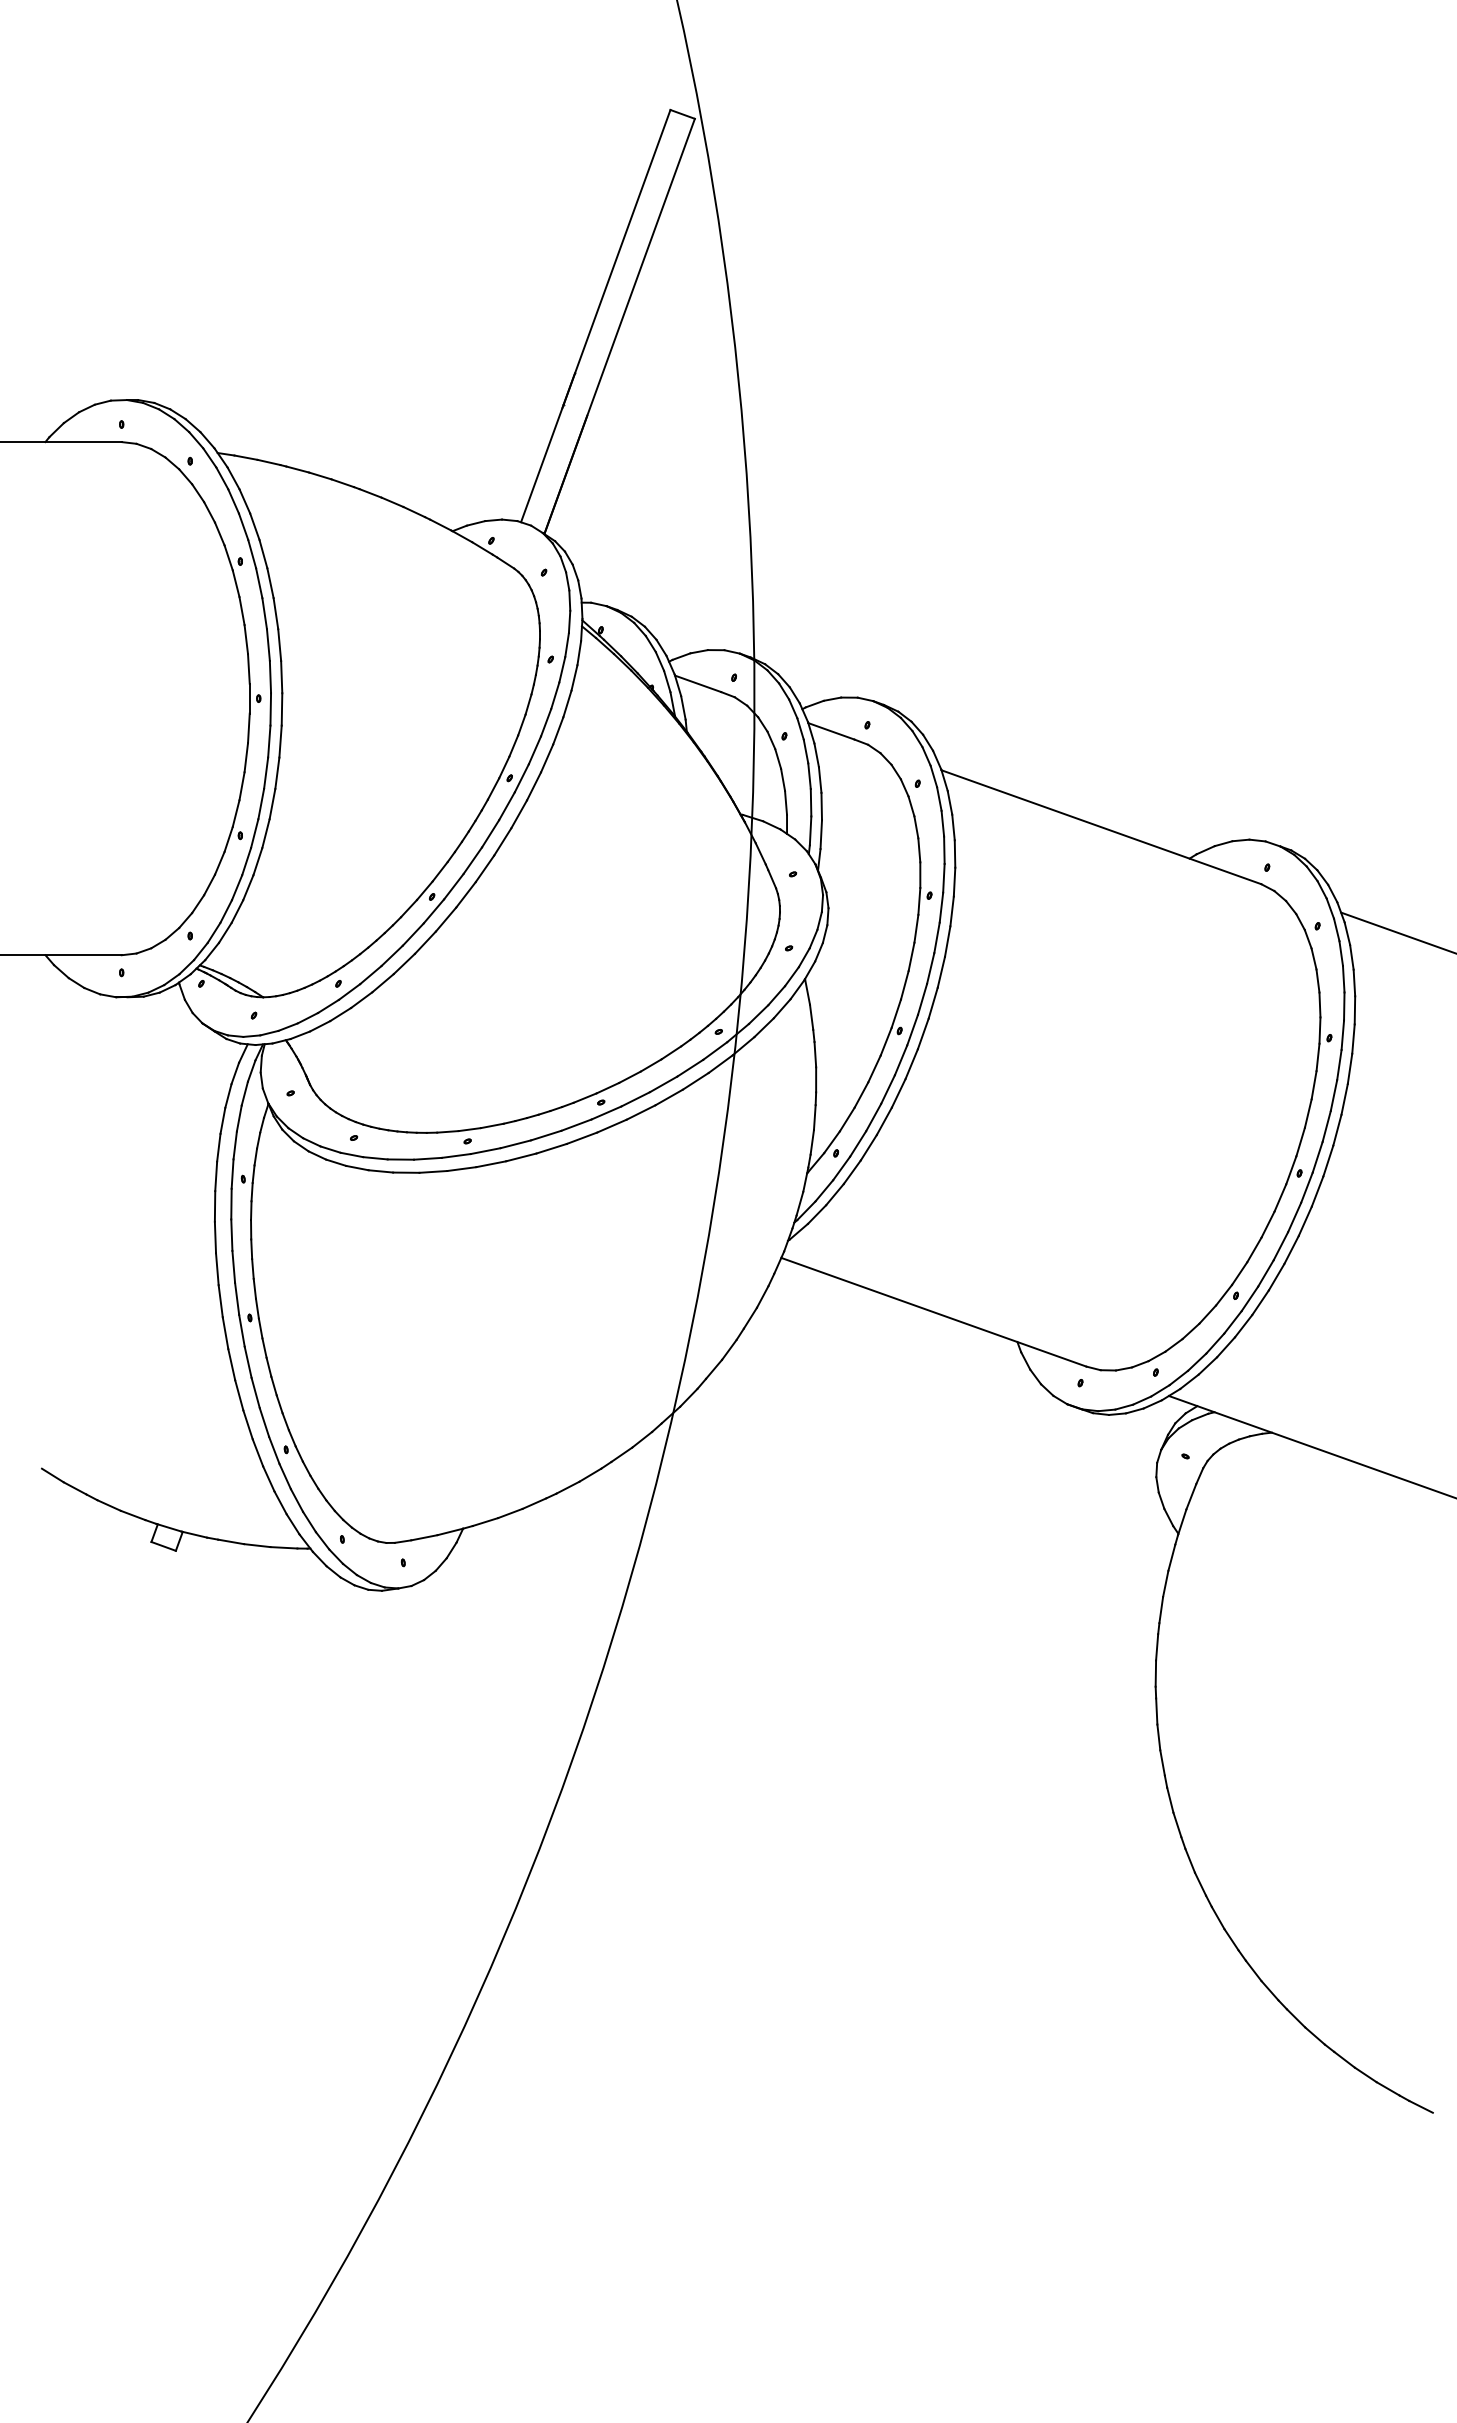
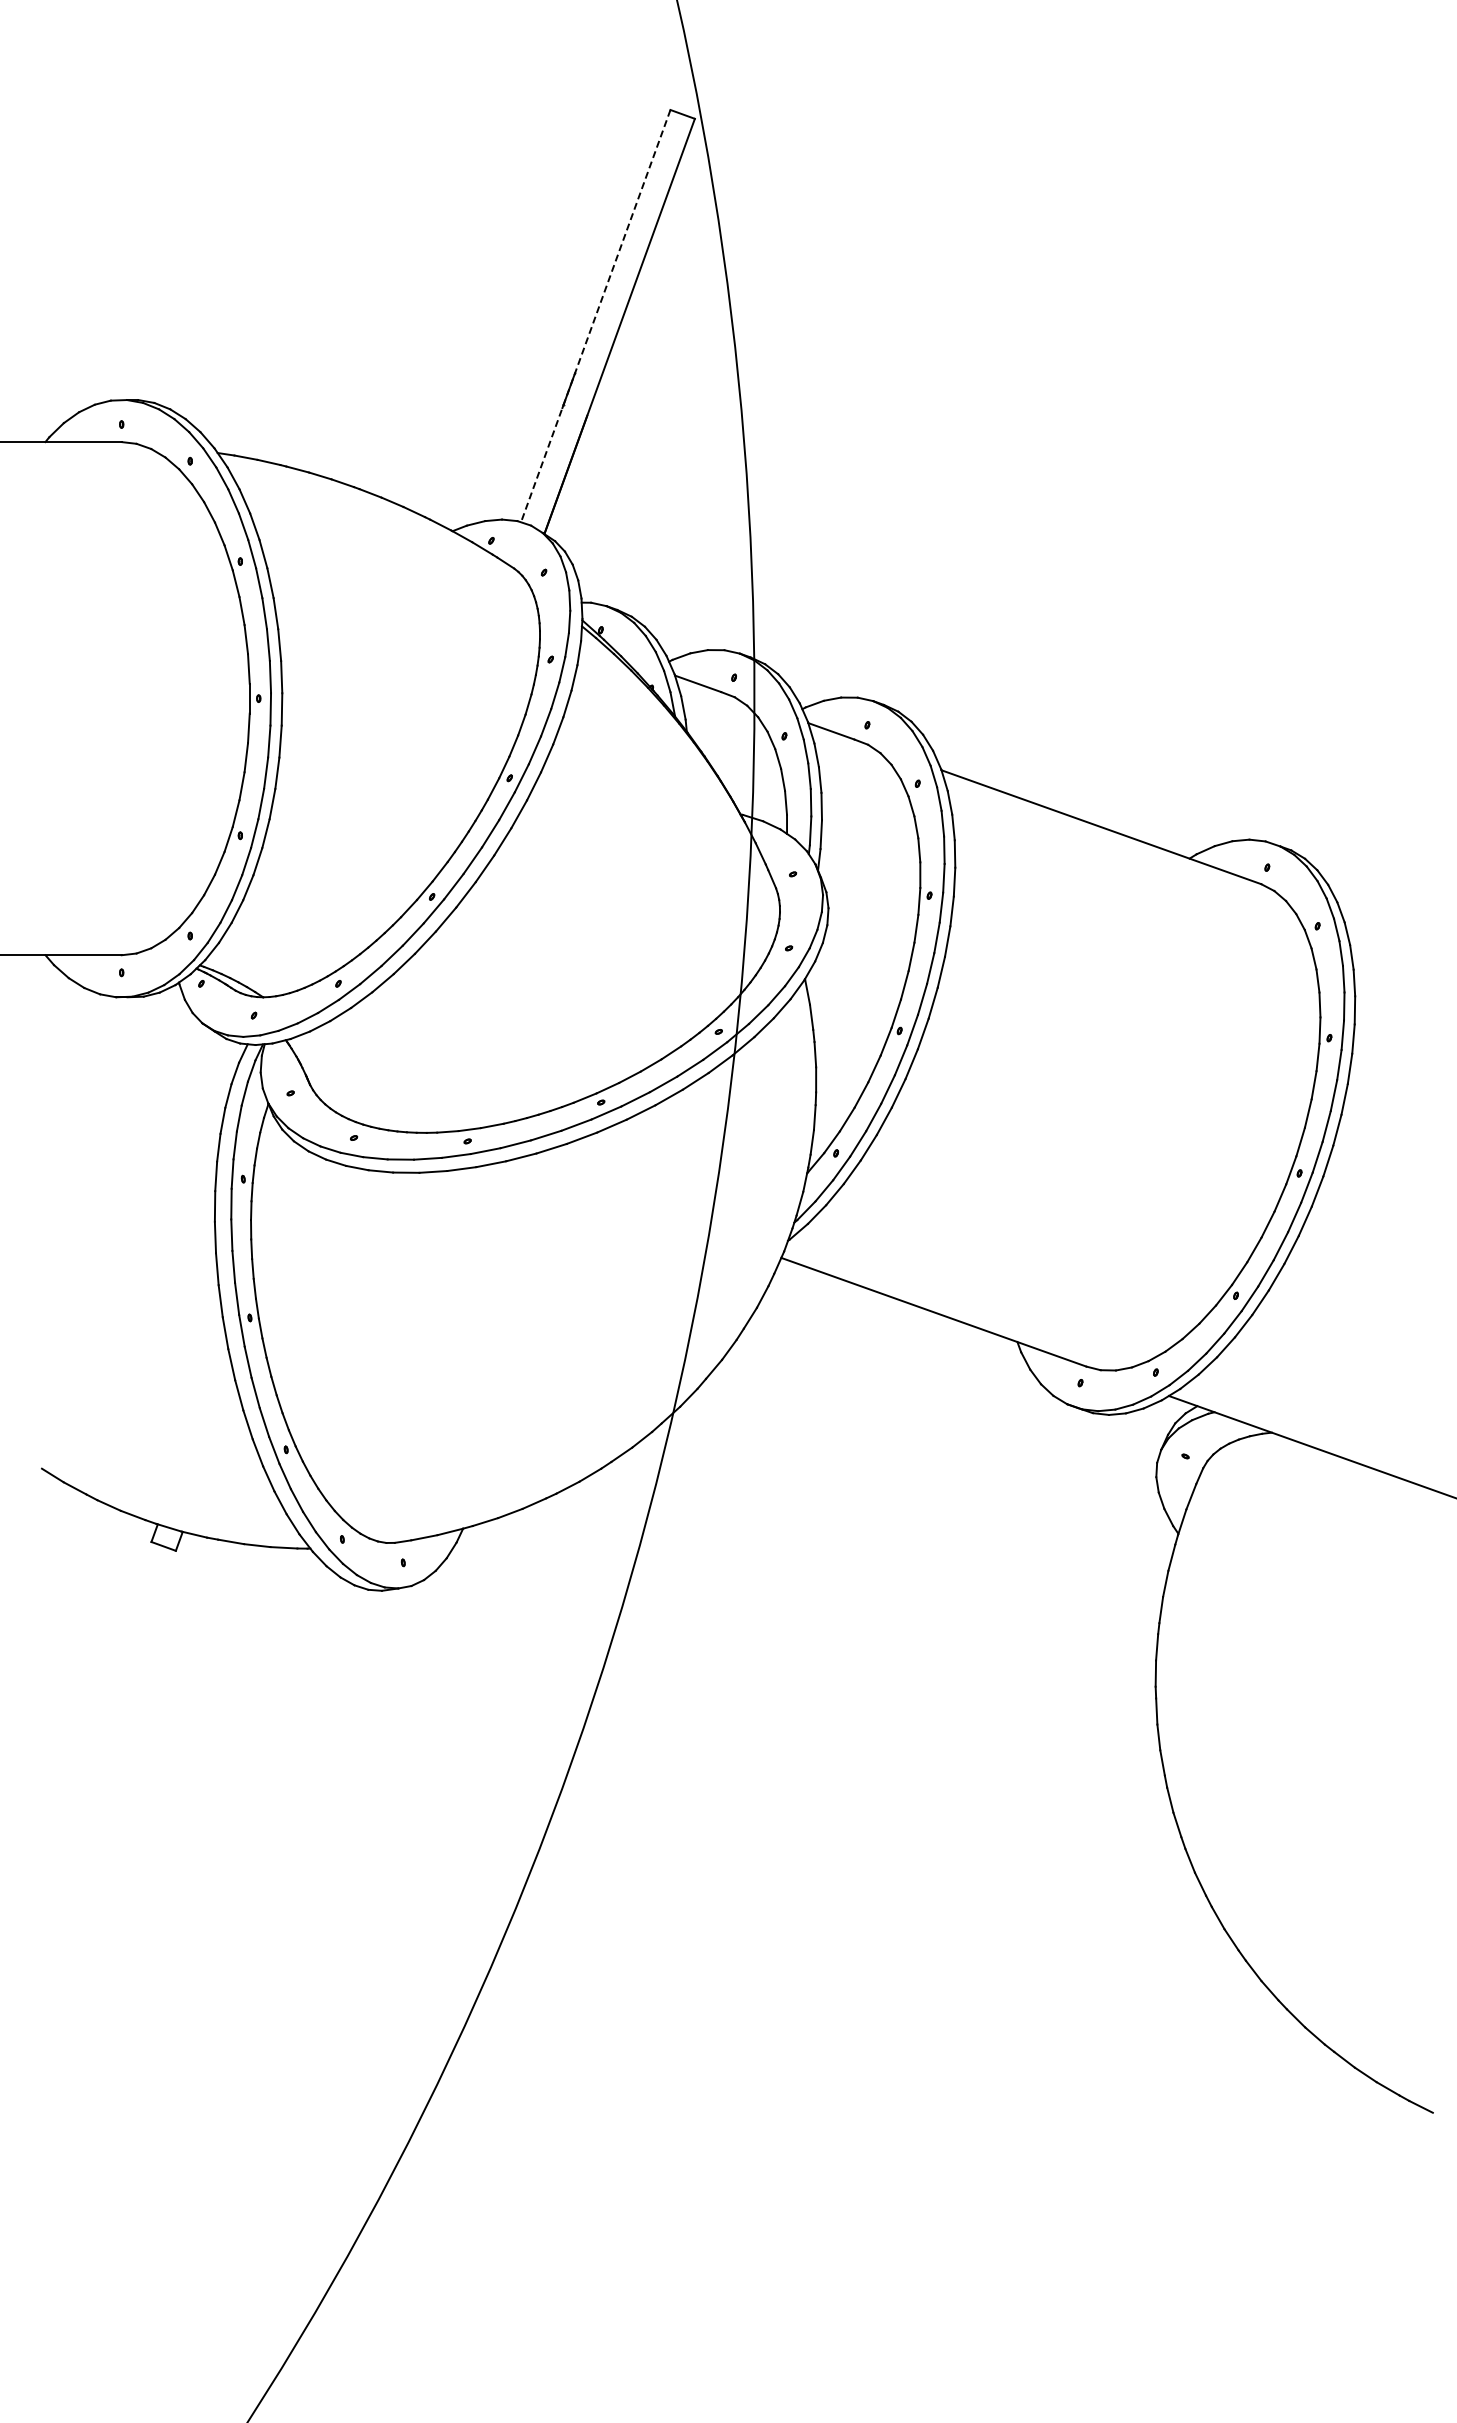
line at (595, 316): solid -> dashed
line at (1397, 932): present -> none
